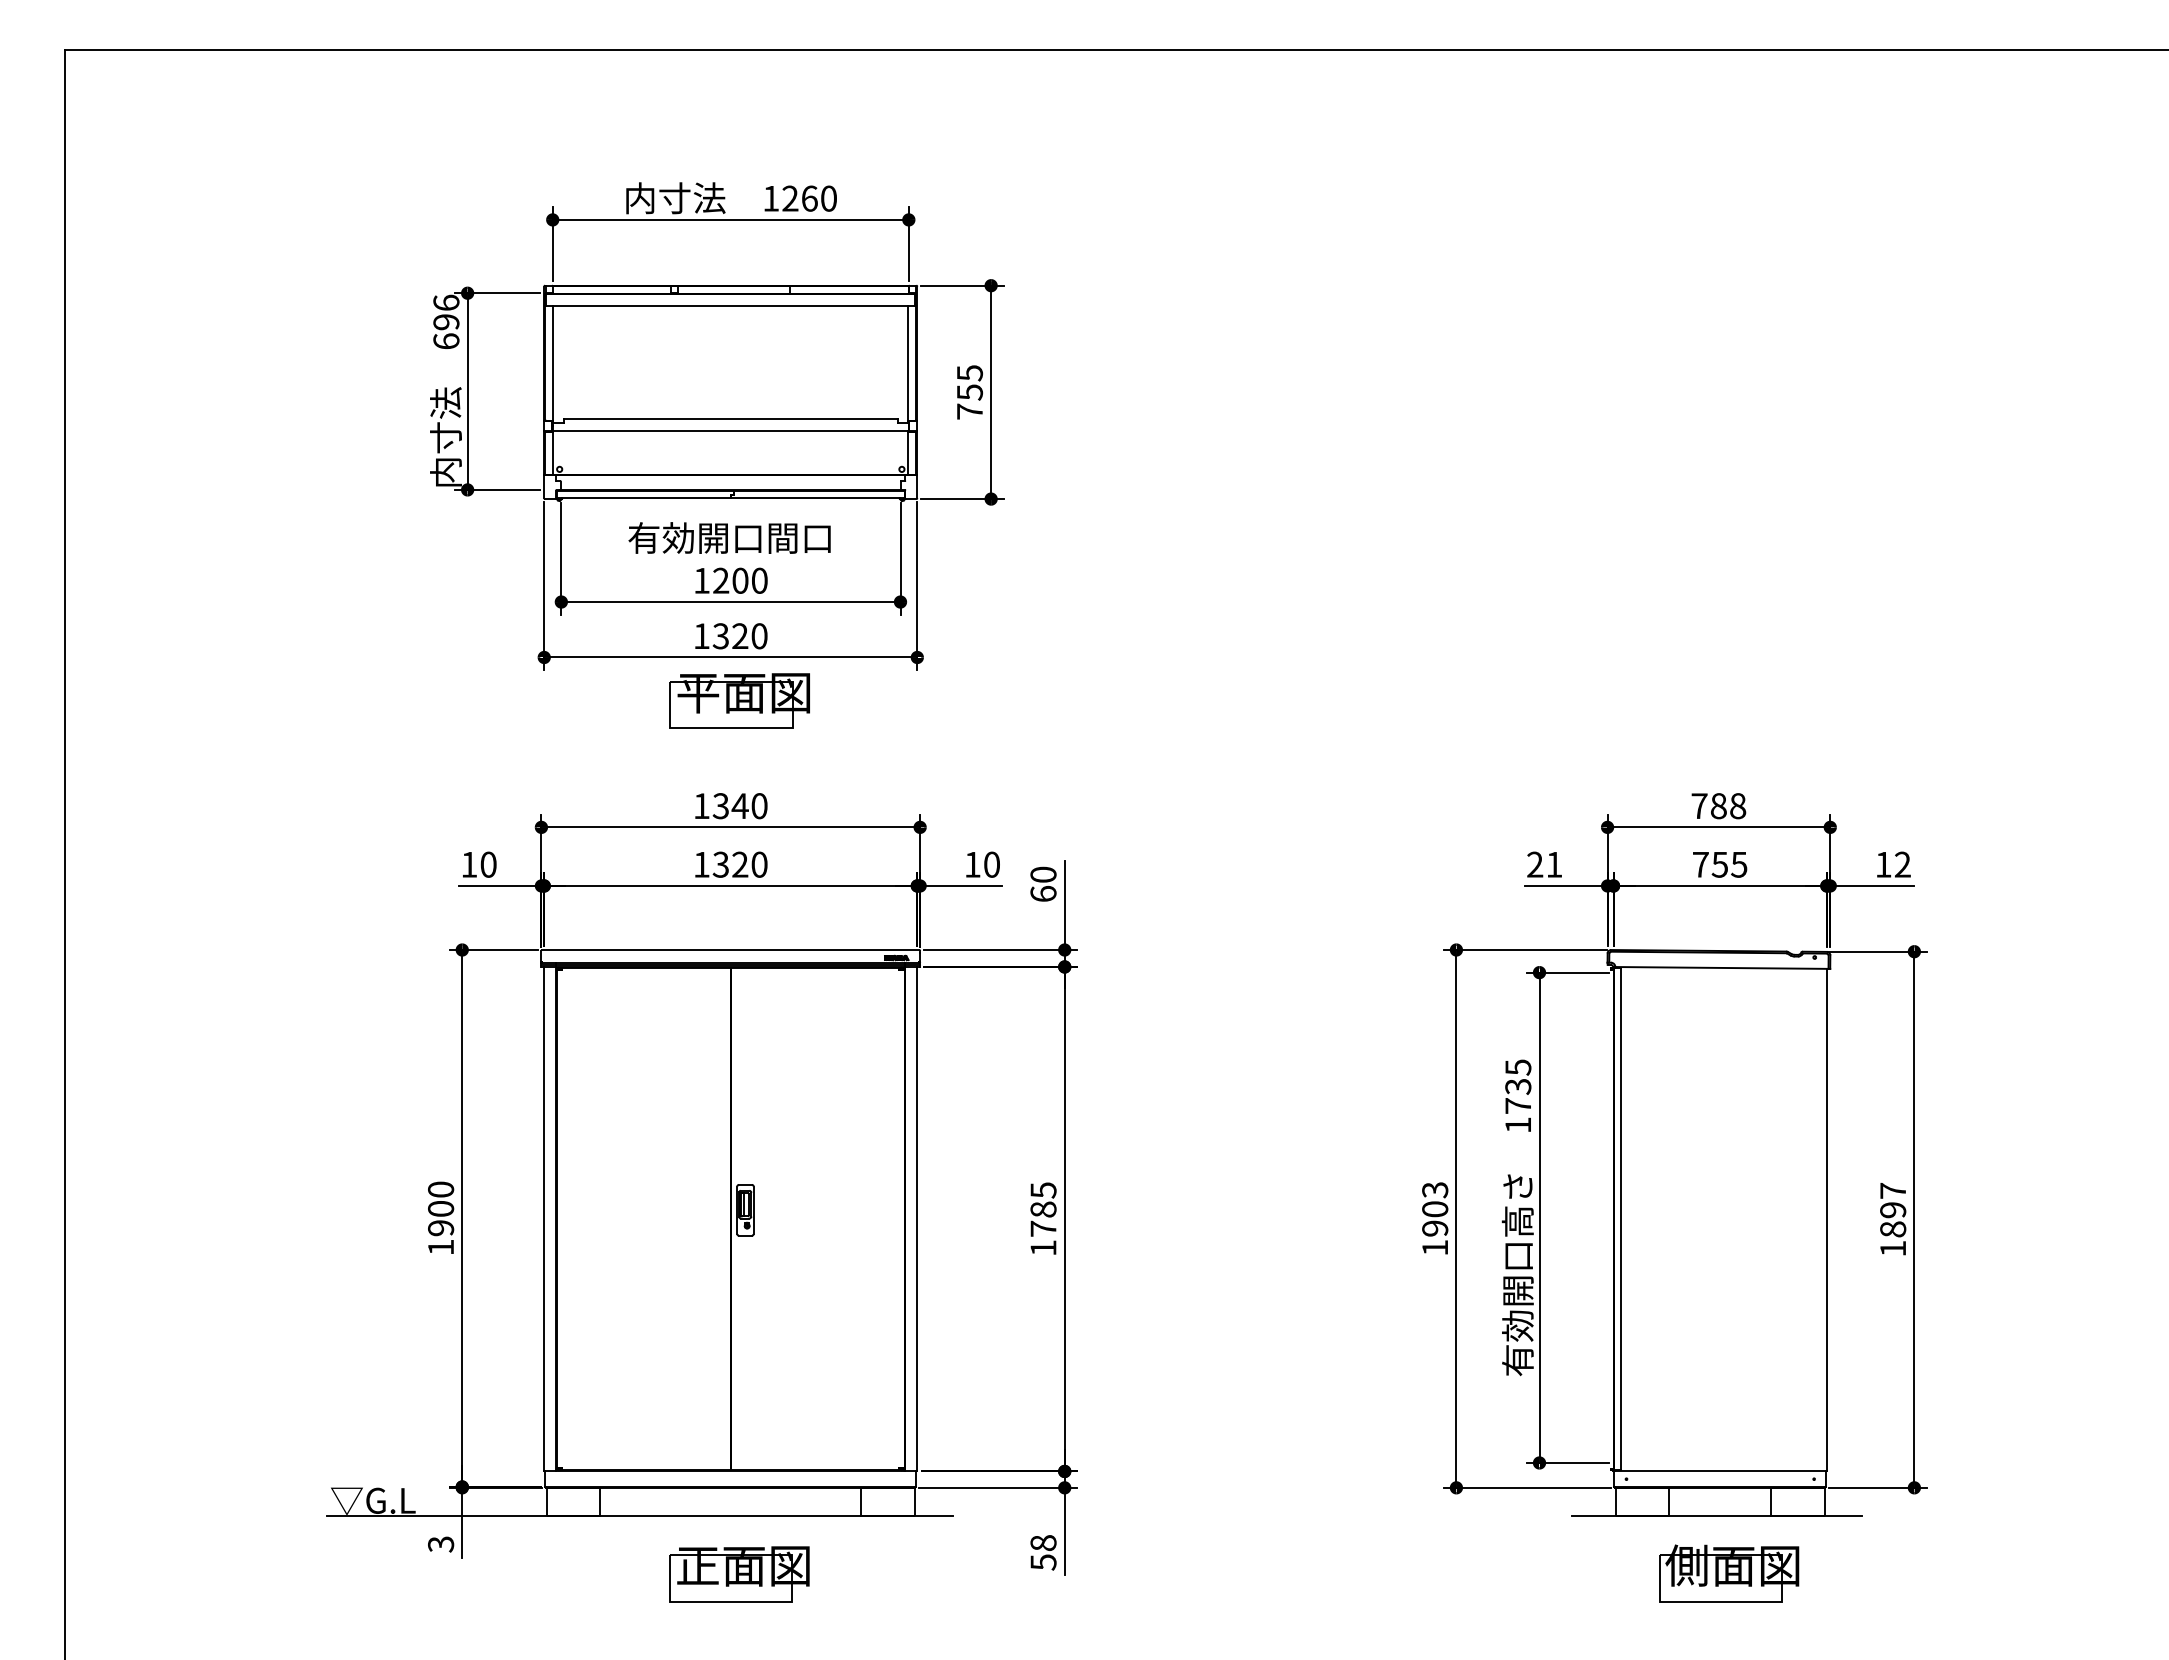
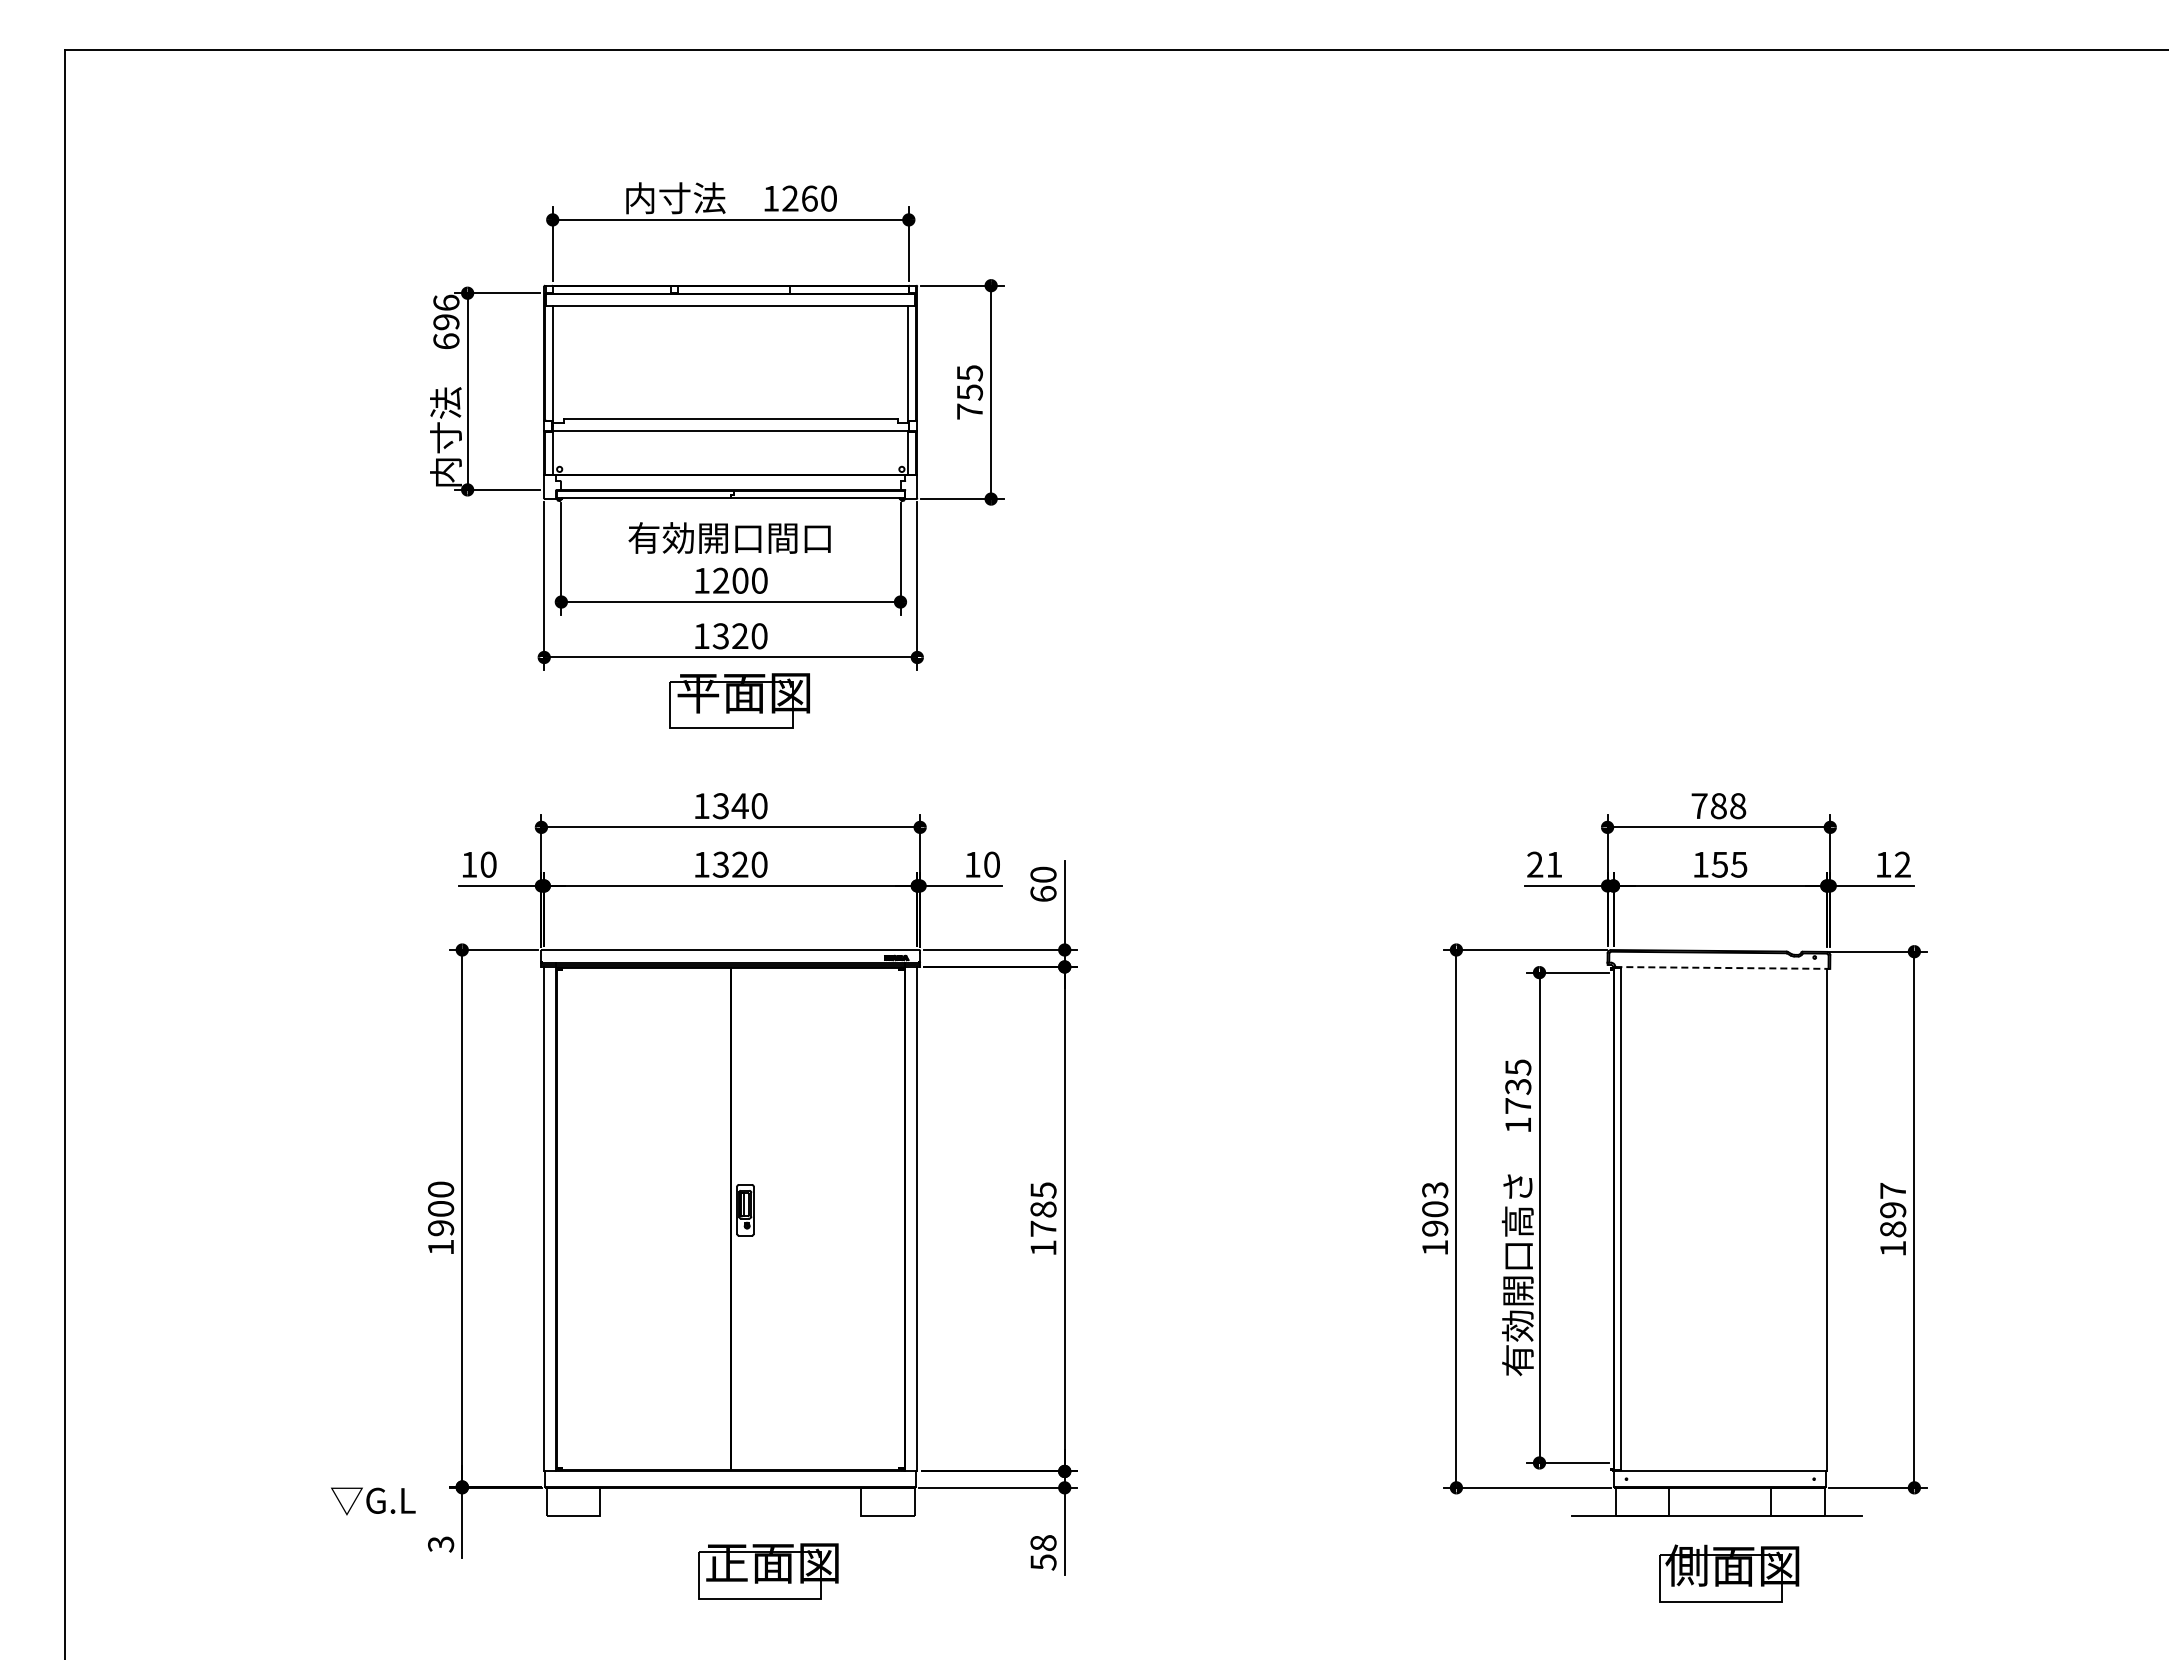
text at (1700, 864): 755 -> 155
line at (1723, 967): solid -> dashed
line at (639, 1516): present -> none
part at (739, 1574) position: (739, 1574) -> (768, 1571)
